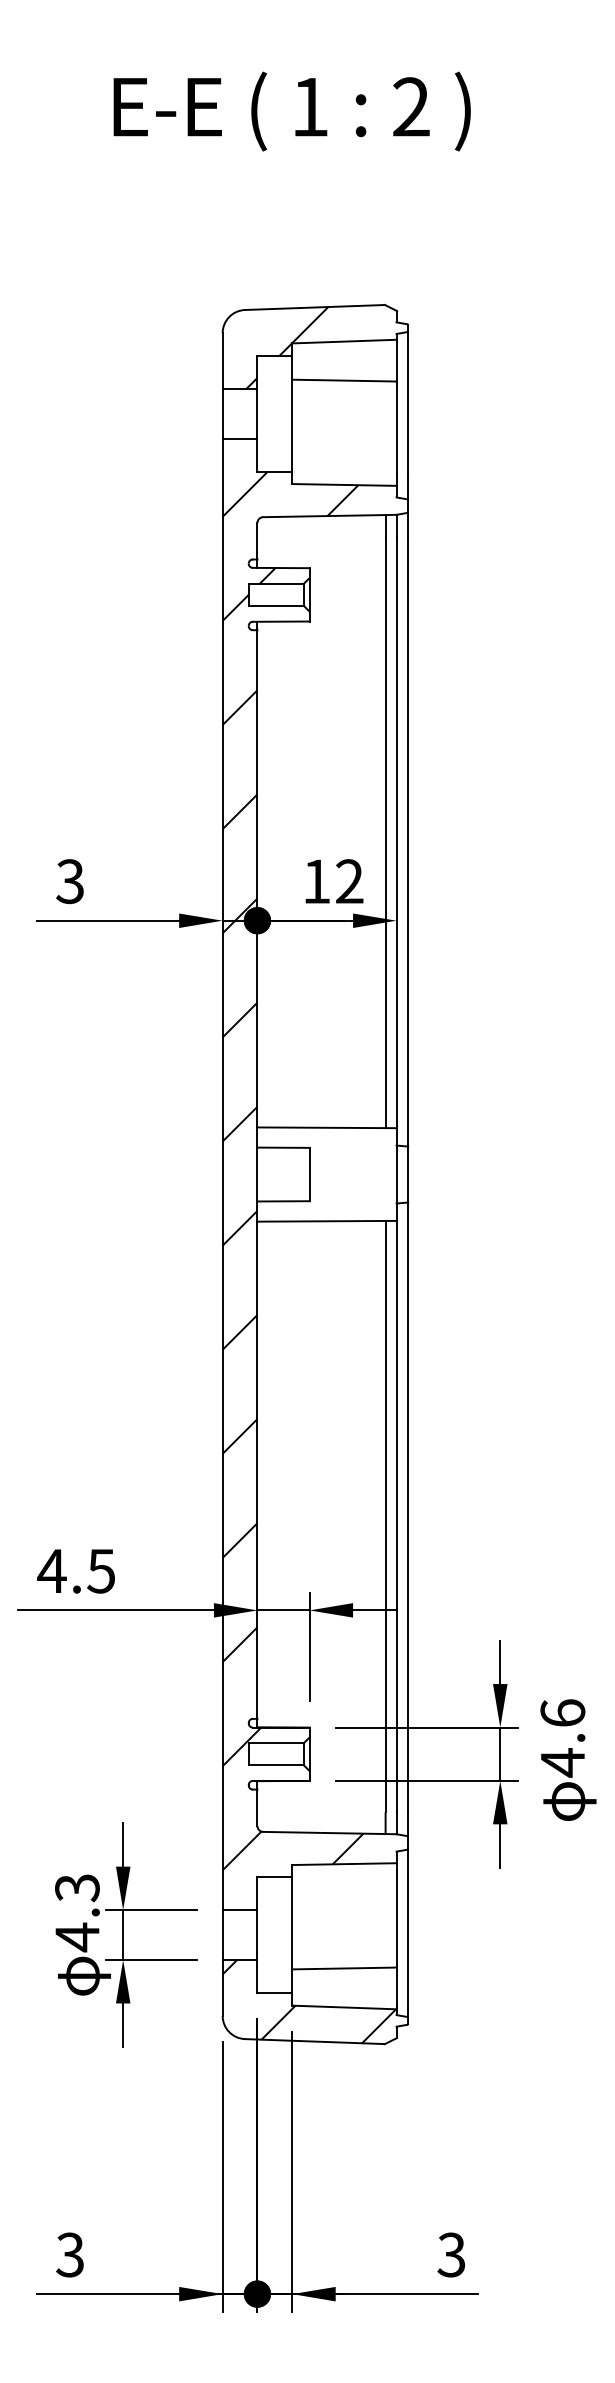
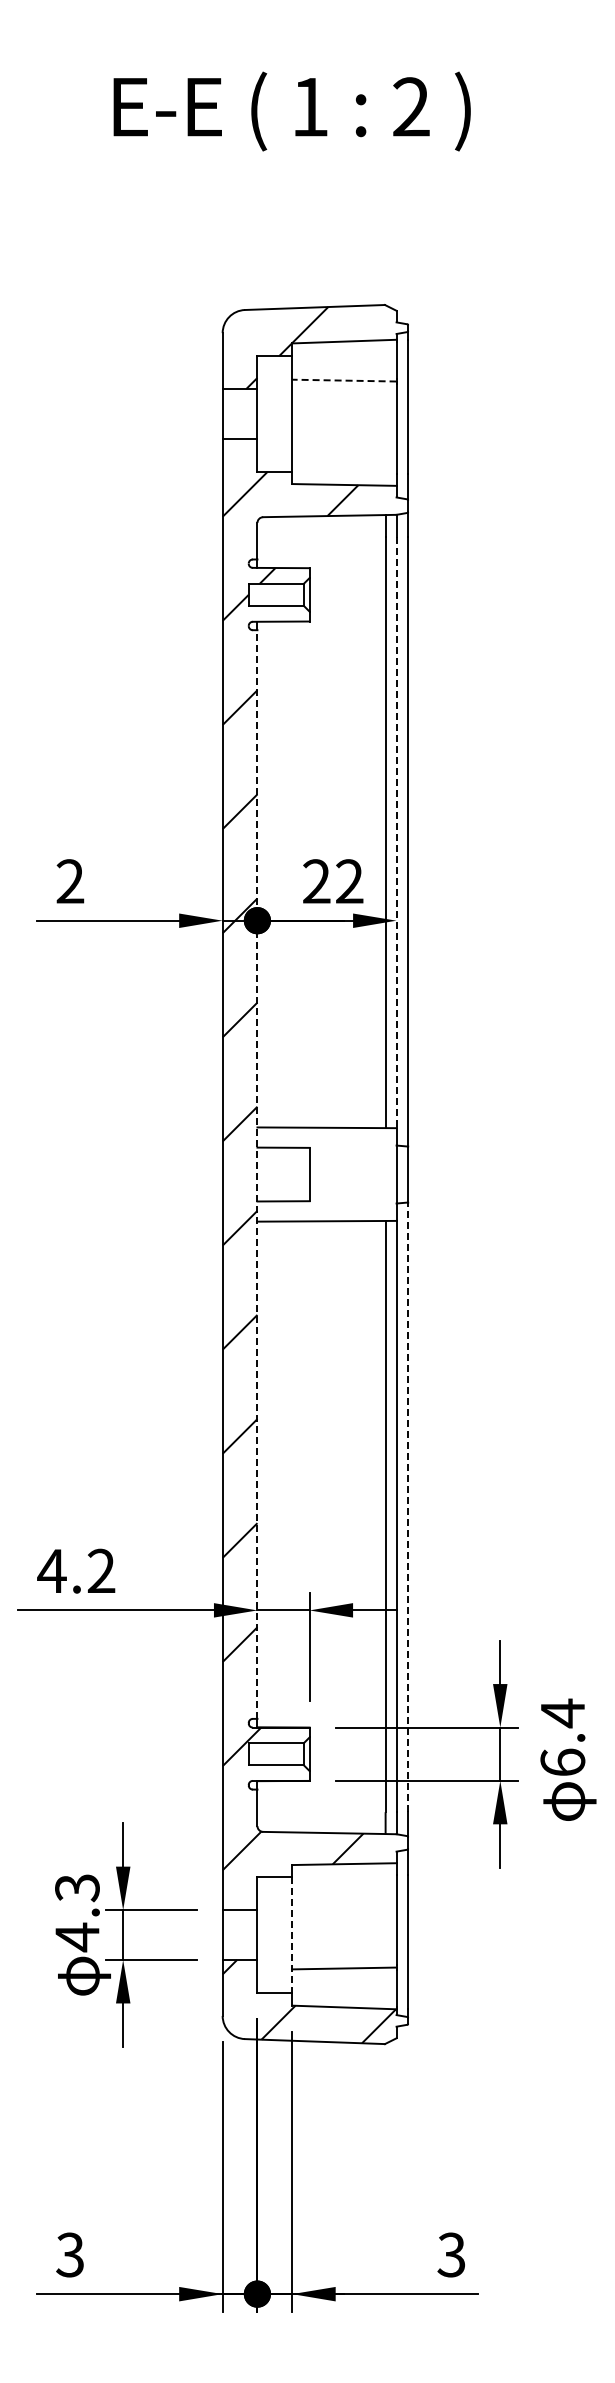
line at (343, 380): solid -> dashed
line at (396, 832): solid -> dashed
text at (70, 881): 3 -> 2
text at (316, 881): 12 -> 22
line at (257, 1174): solid -> dashed
line at (408, 1507): solid -> dashed
text at (101, 1570): 4.5 -> 4.2
text at (562, 1737): 4.6 -> 6.4
line at (292, 1935): solid -> dashed
